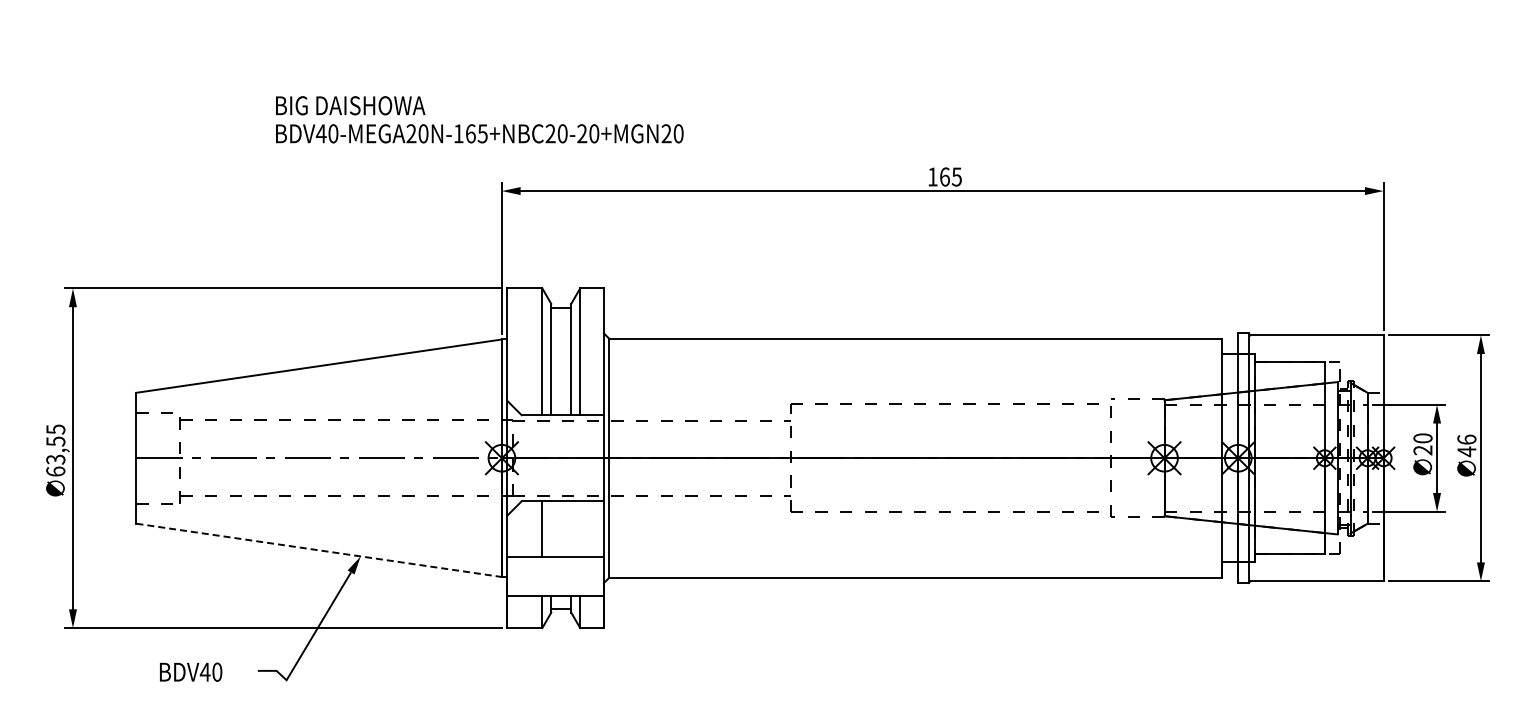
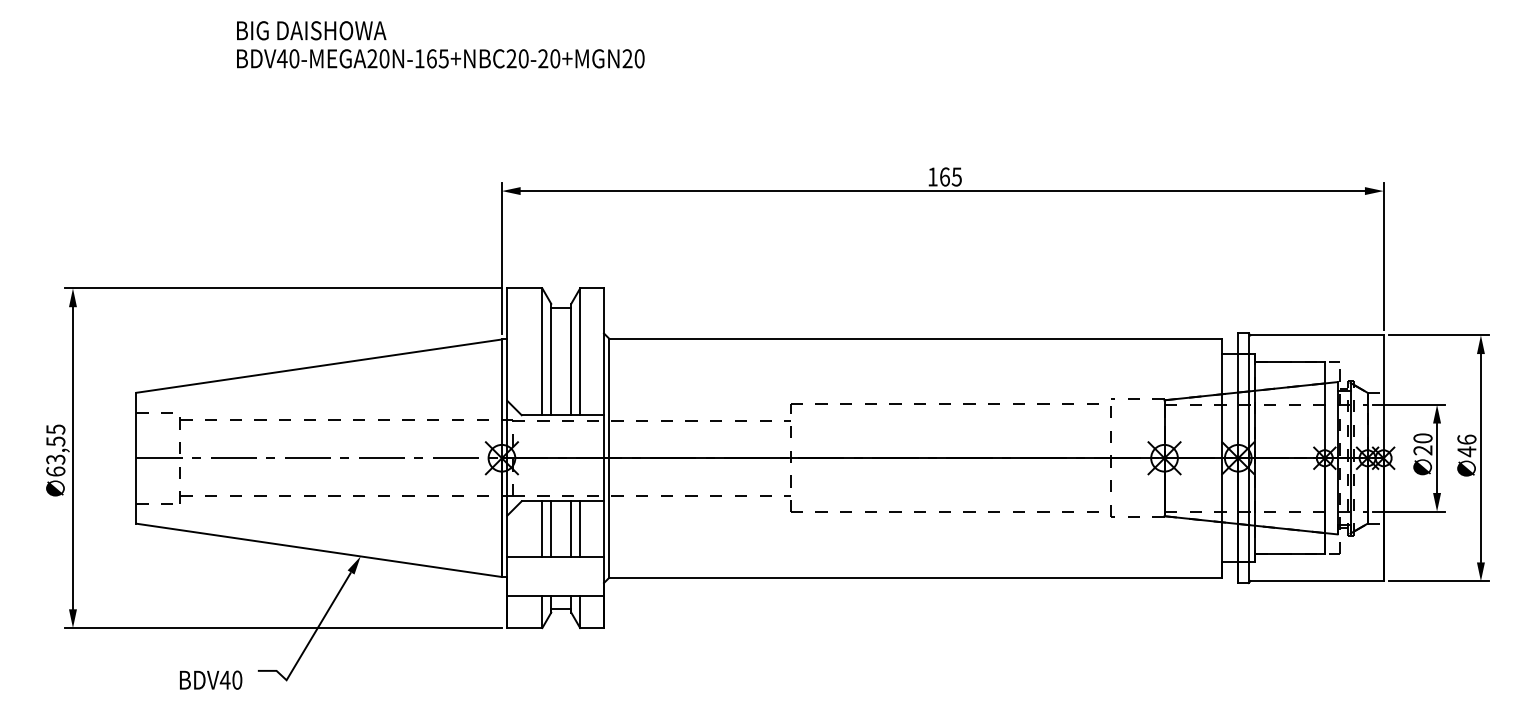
text at (479, 119) position: (479, 119) -> (440, 44)
line at (551, 529): none -> present
line at (571, 529): none -> present
line at (580, 529): none -> present
line at (319, 550): dashed -> solid
text at (191, 671) position: (191, 671) -> (211, 679)
